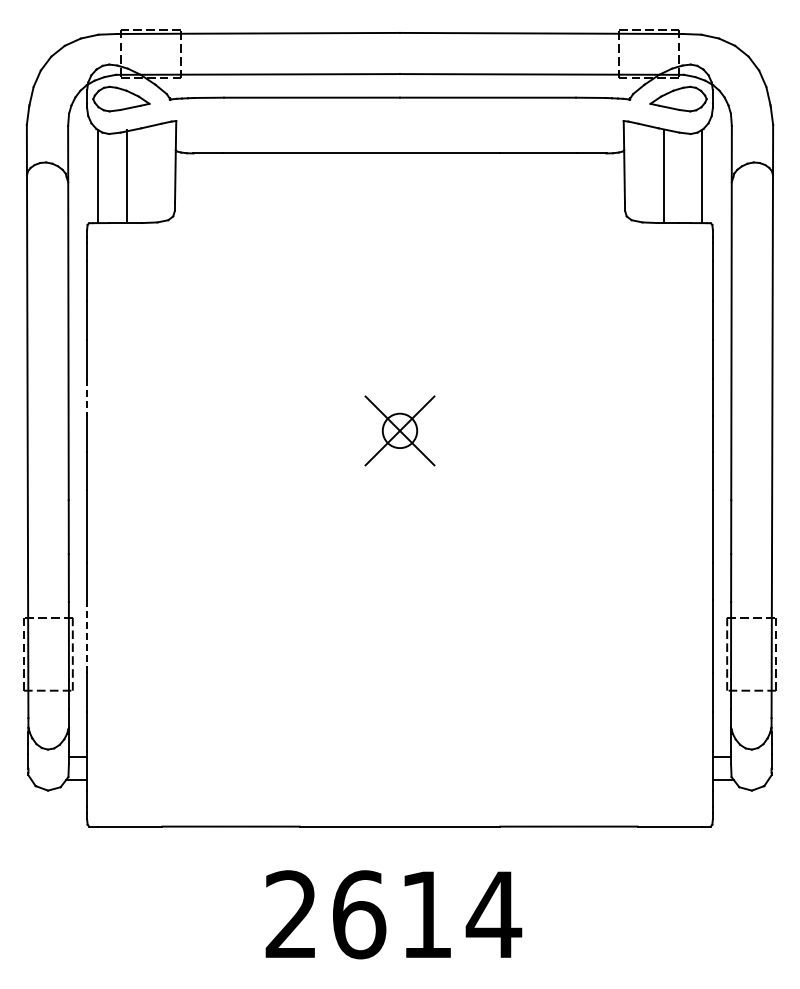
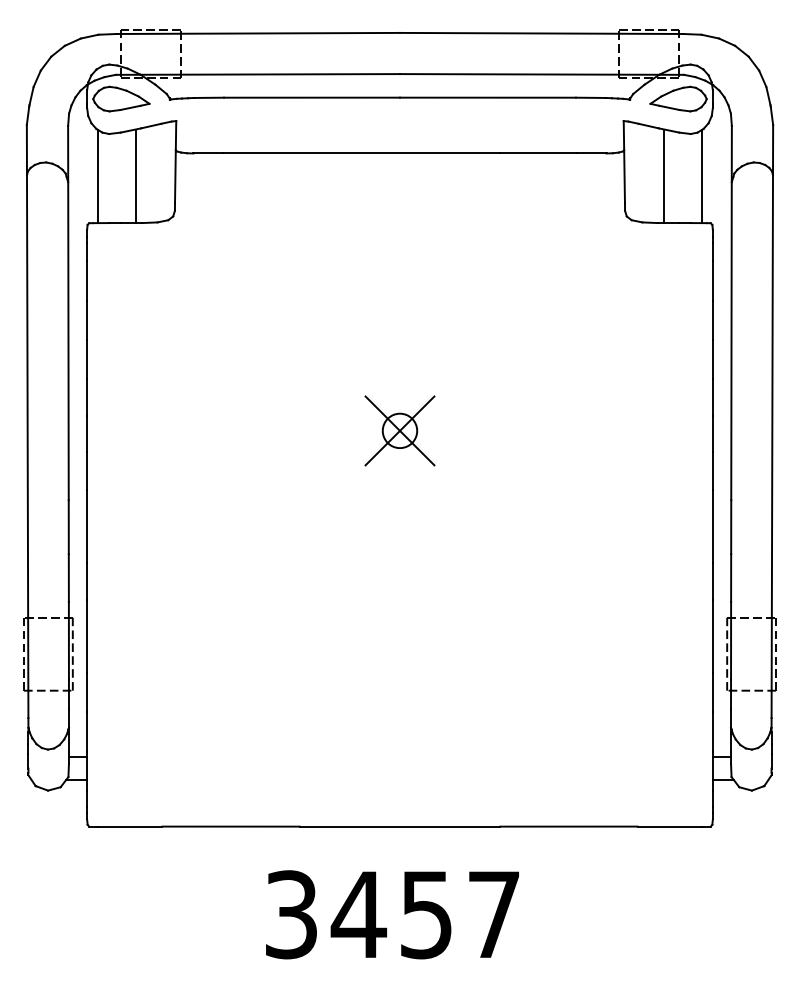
line at (126, 176) position: (126, 176) -> (135, 176)
line at (87, 397): dashed -> solid
line at (87, 637): dashed -> solid
text at (393, 914): 2614 -> 3457
